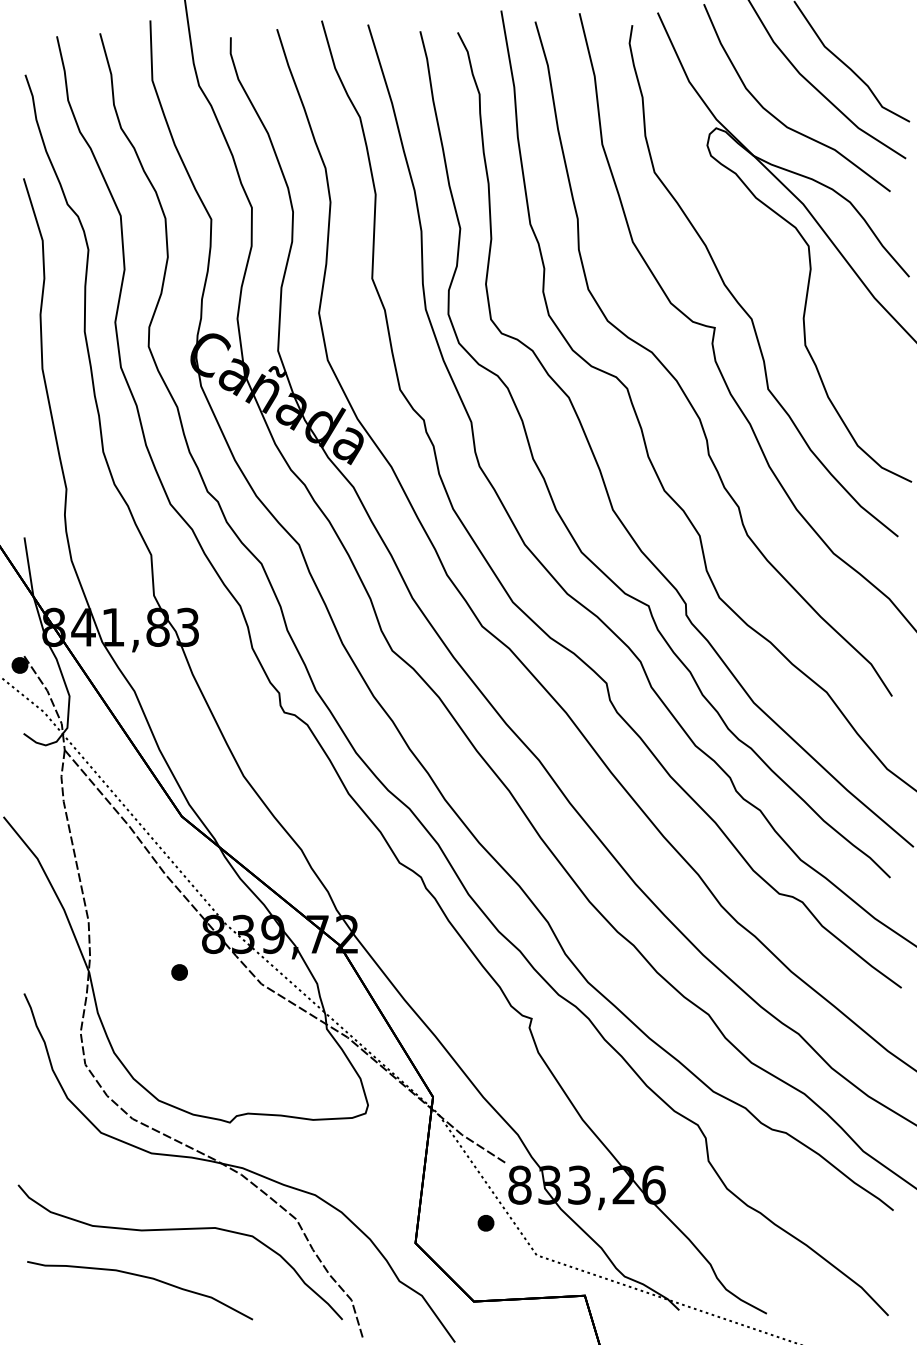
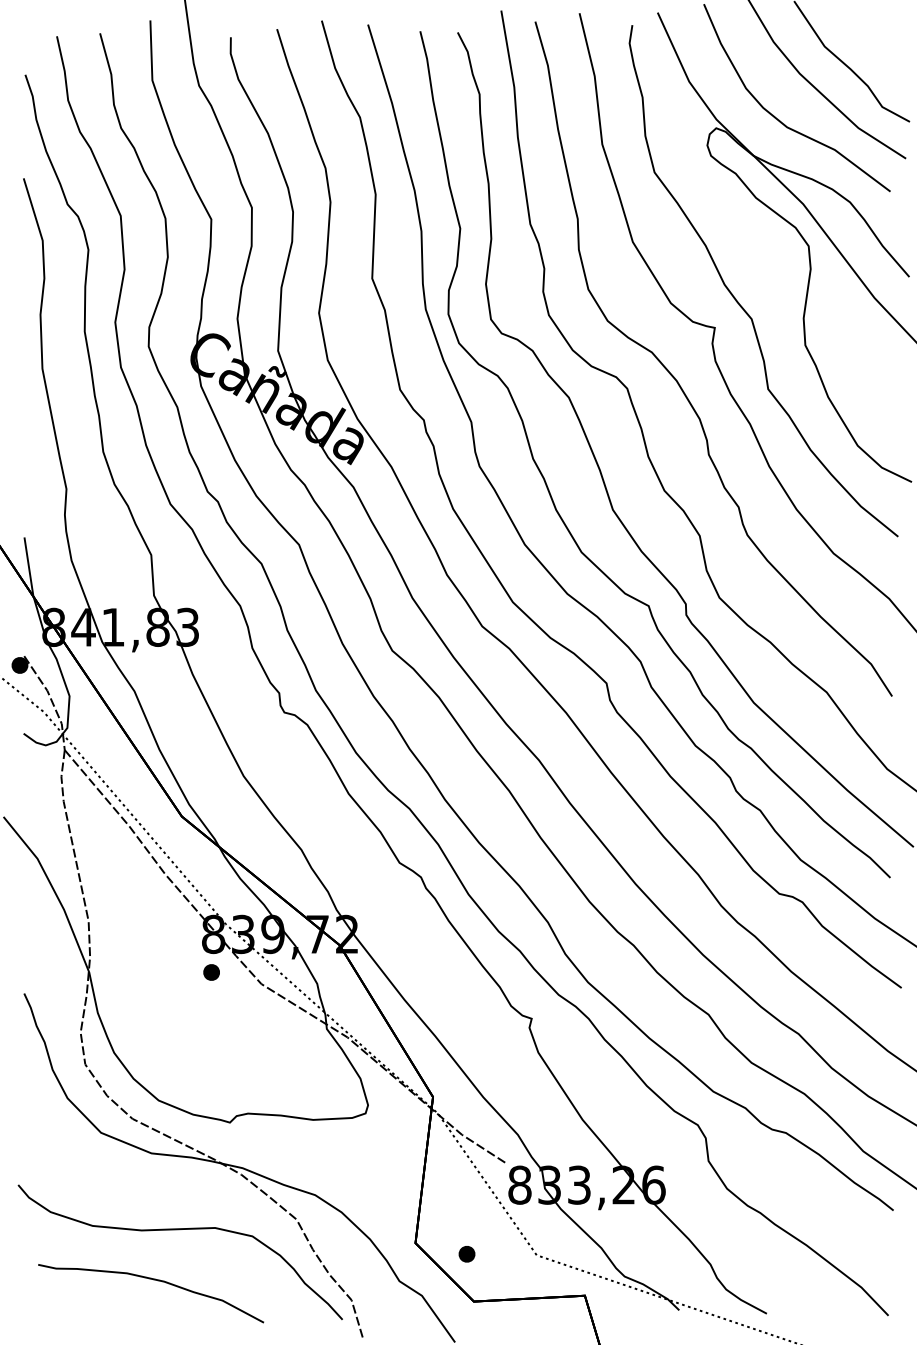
part at (179, 972) position: (179, 972) -> (211, 972)
part at (485, 1223) position: (485, 1223) -> (466, 1254)
curve at (142, 1277) position: (142, 1277) -> (153, 1280)
